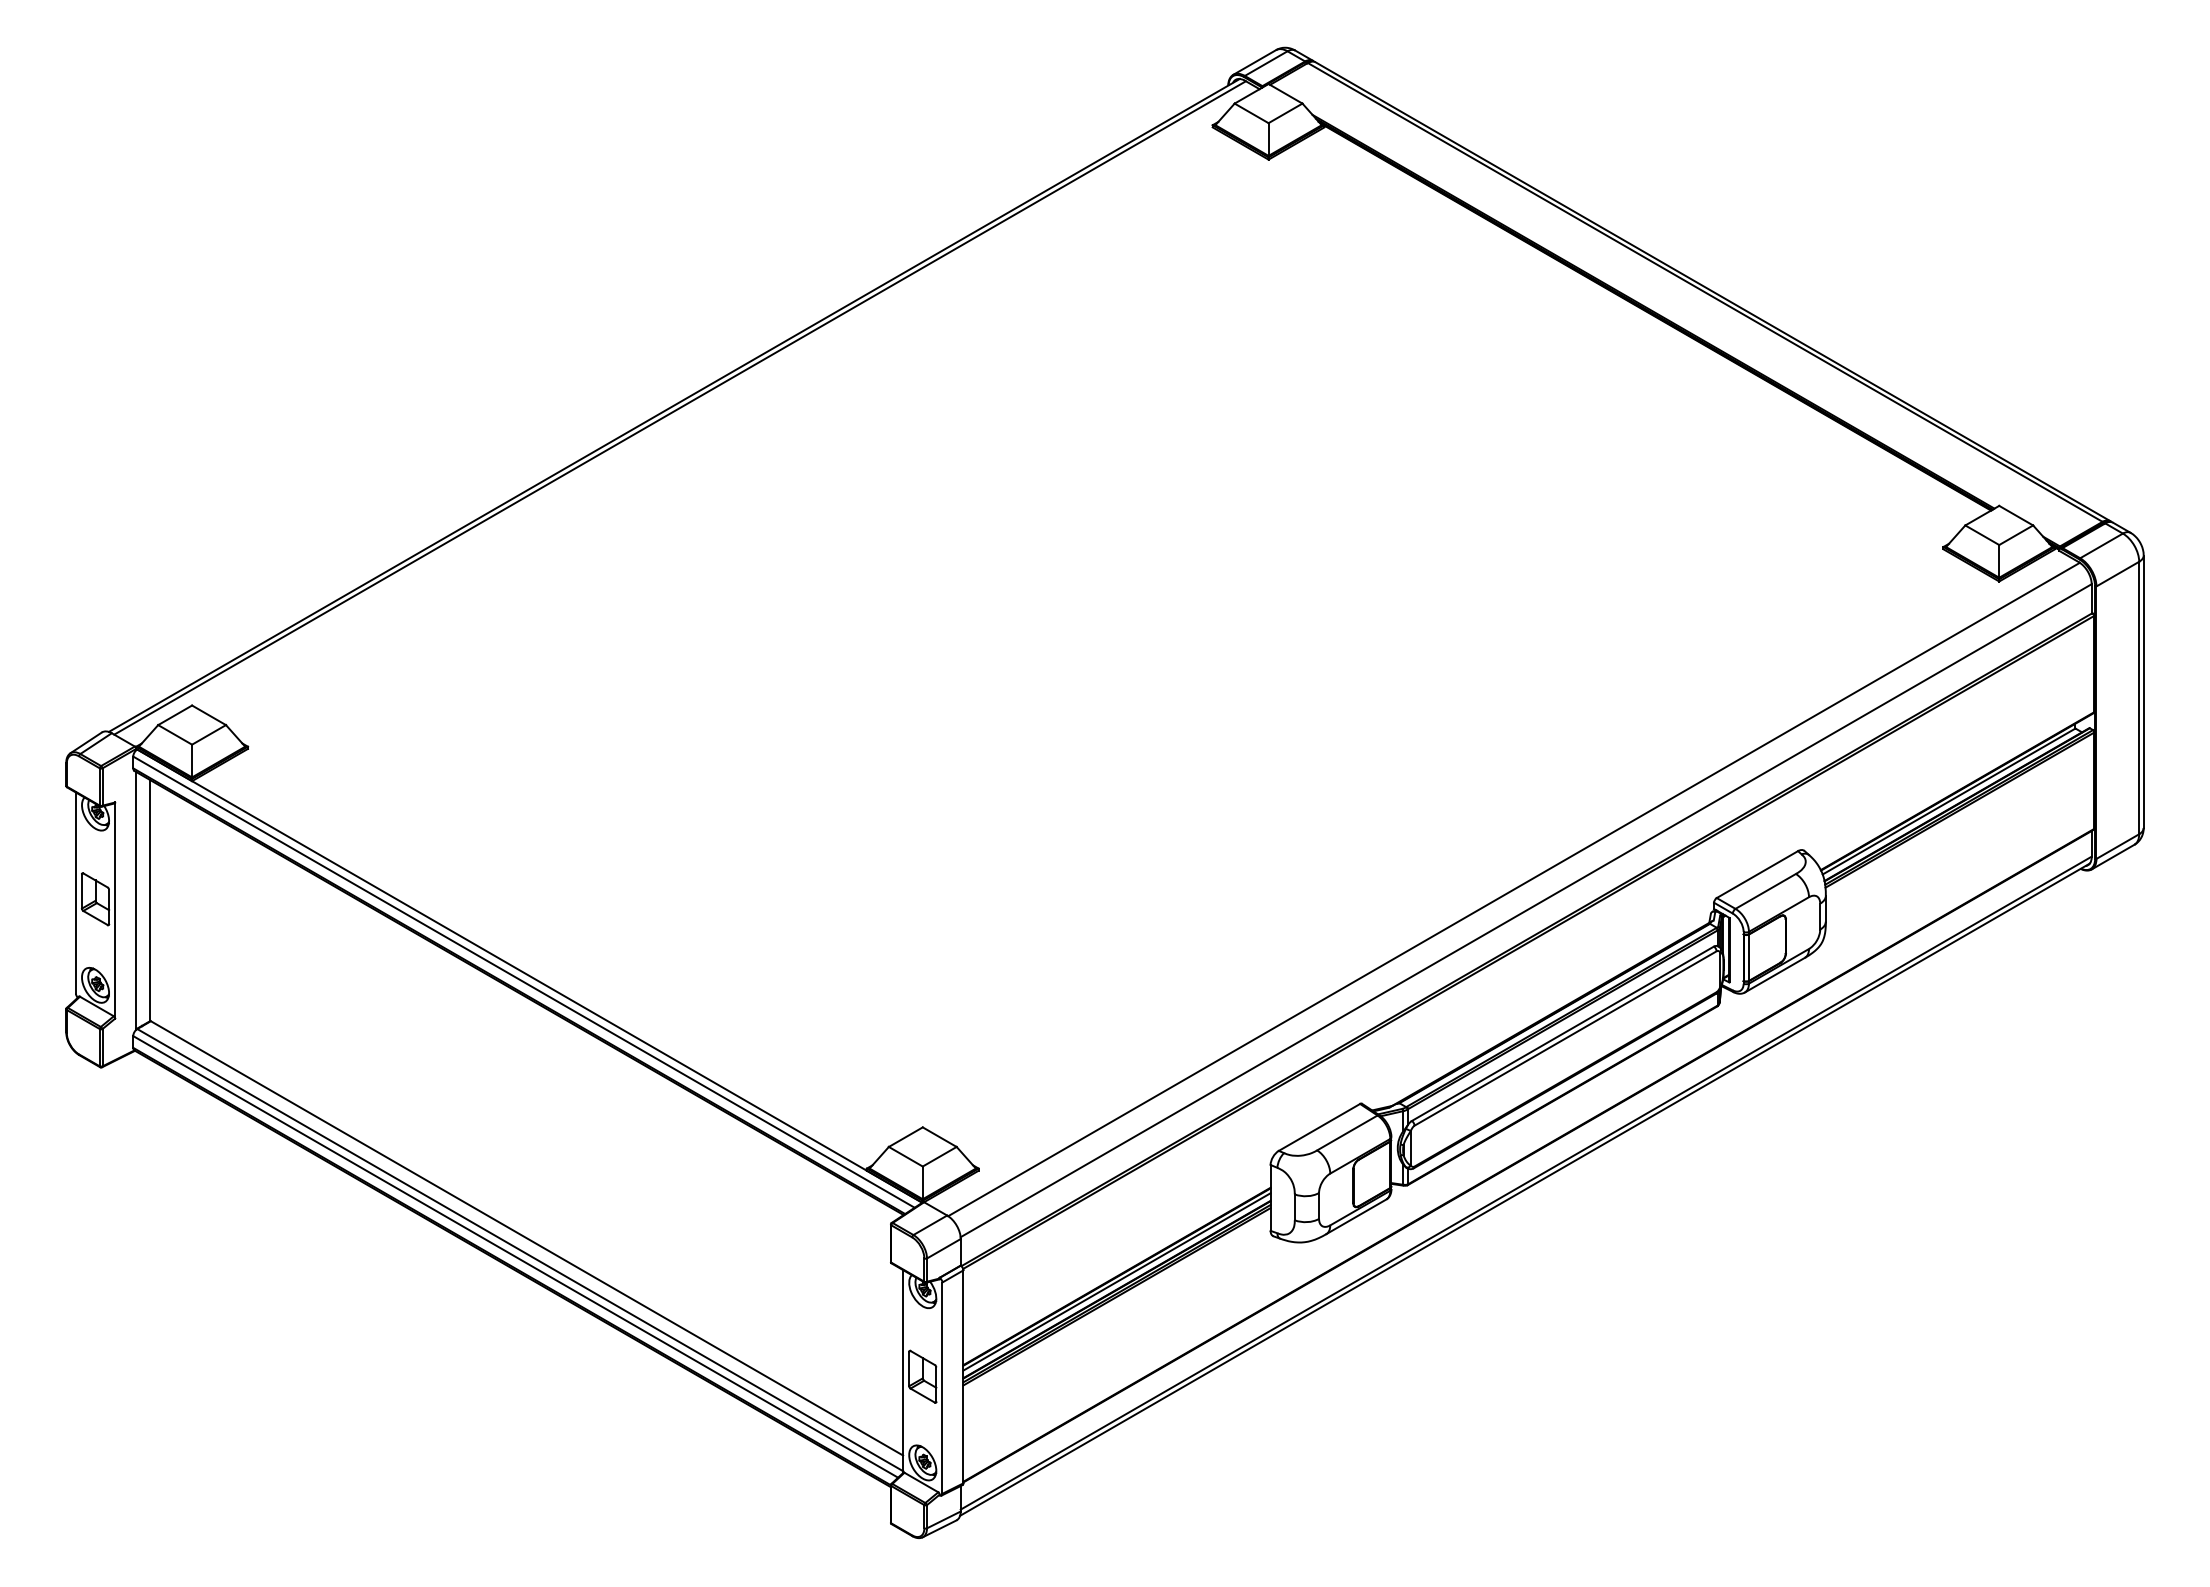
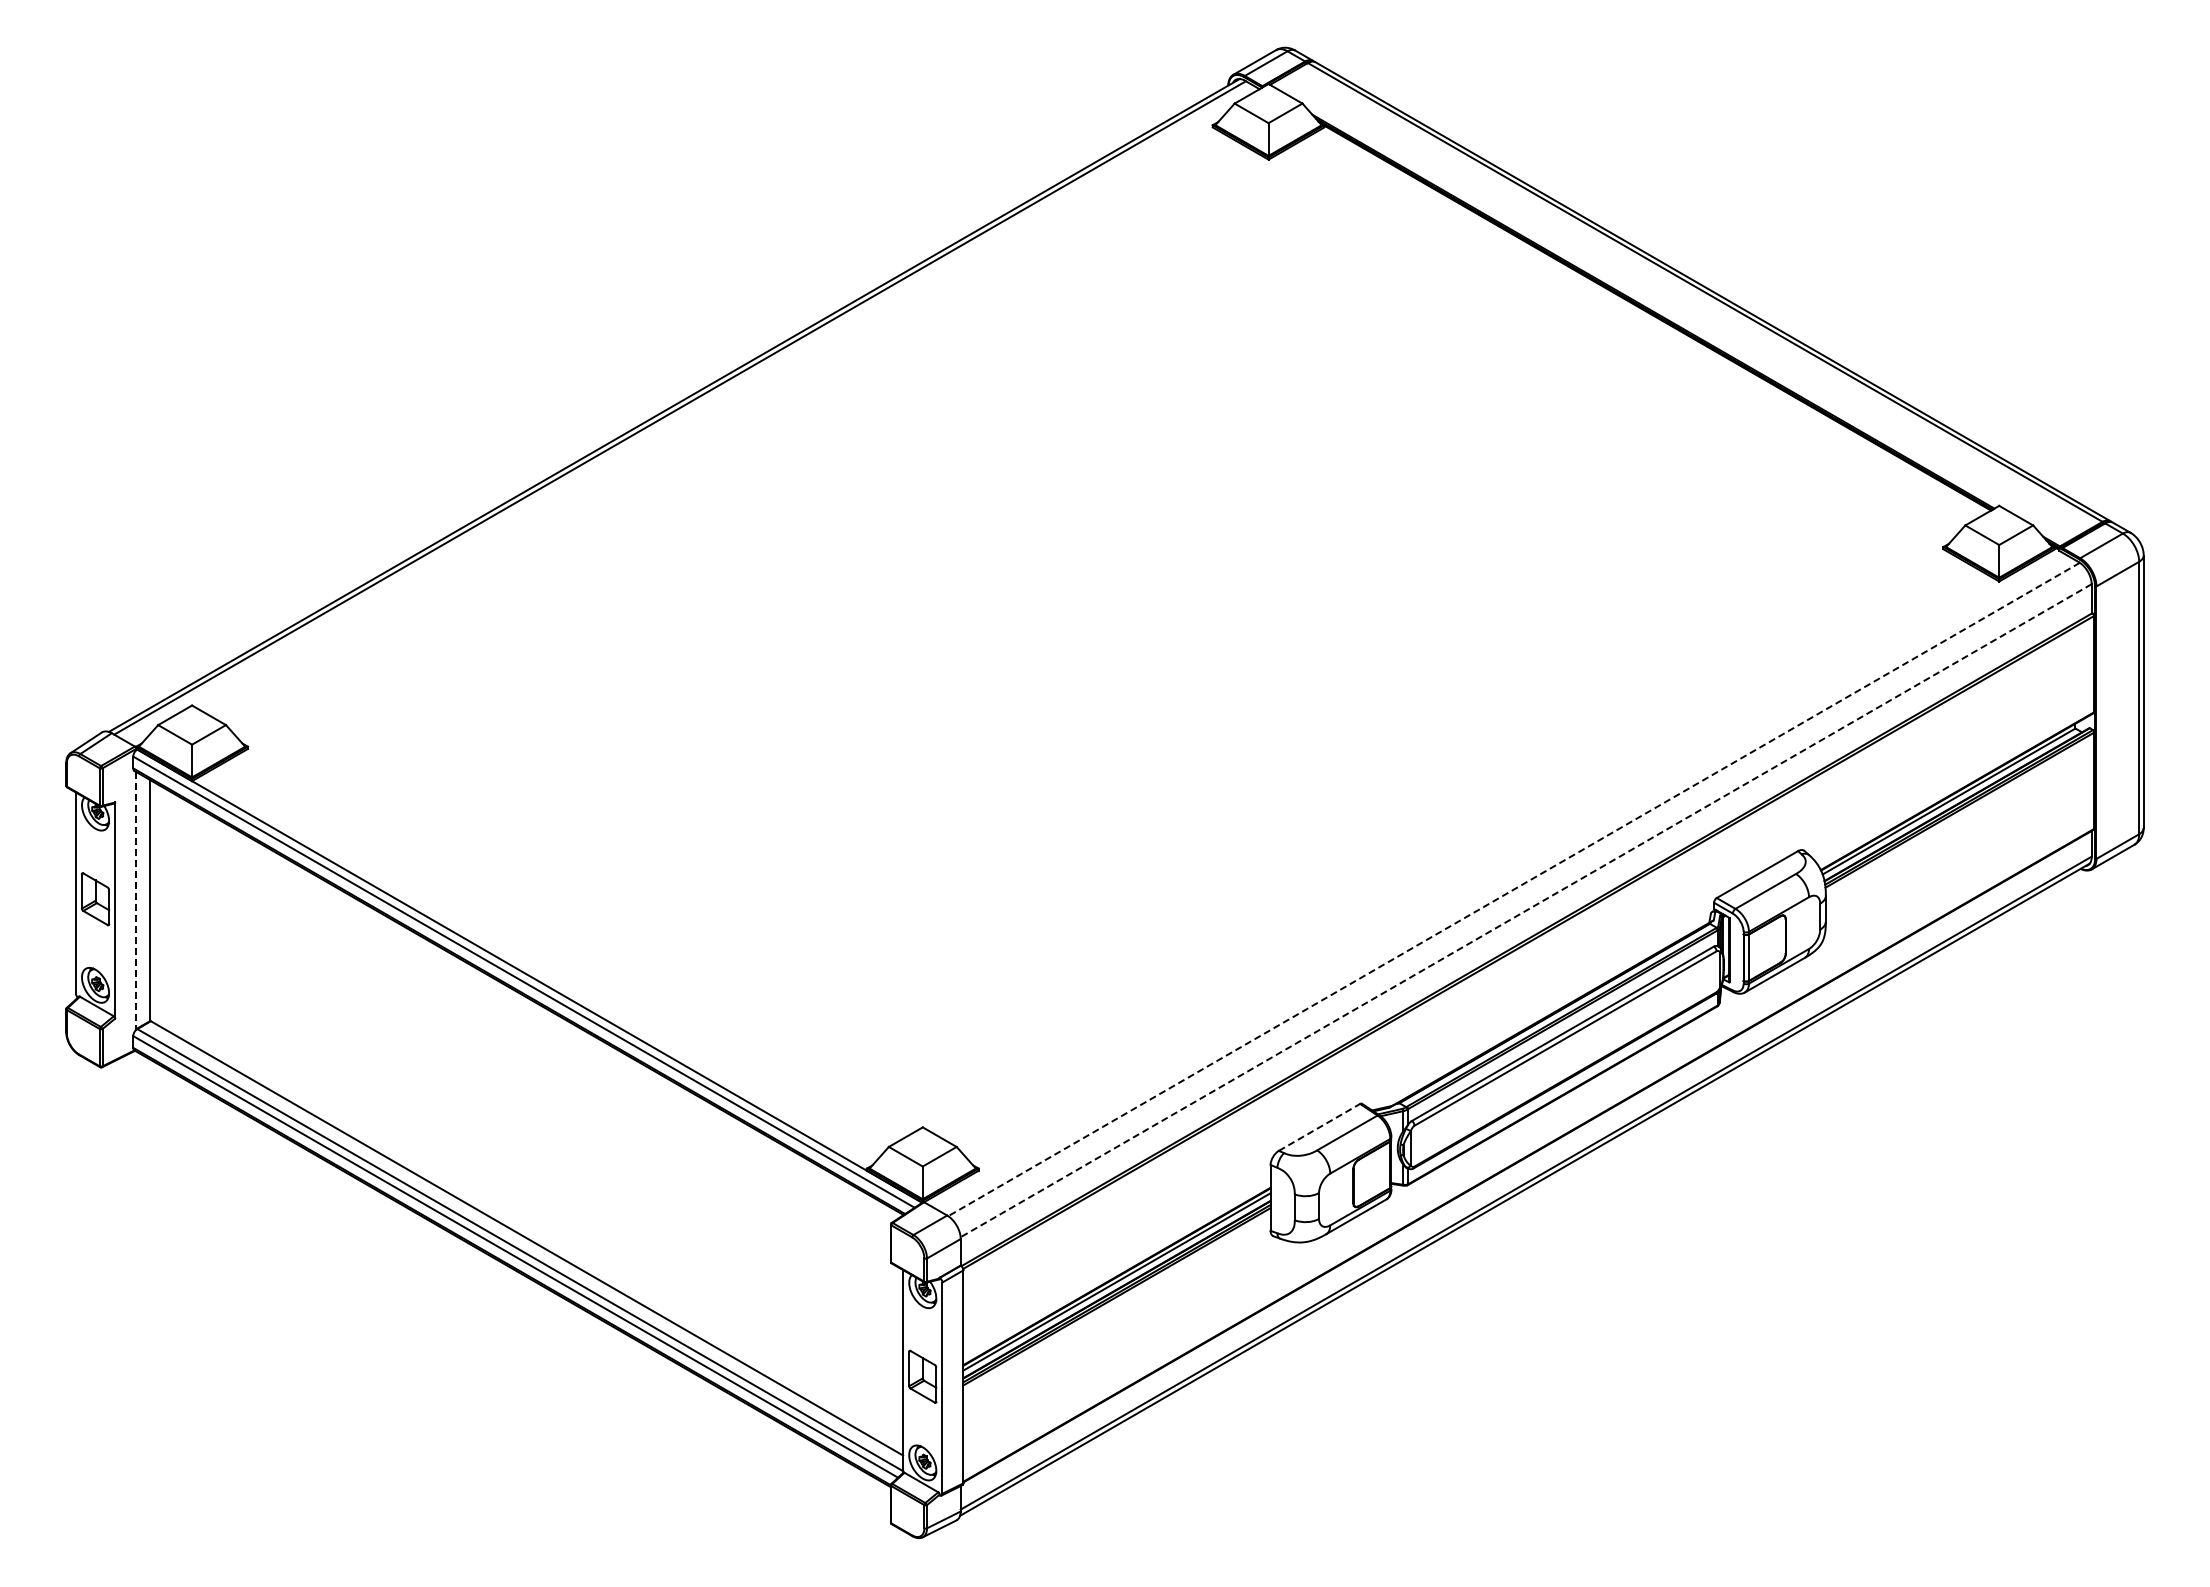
line at (1513, 889): solid -> dashed
line at (136, 900): solid -> dashed
line at (1525, 910): solid -> dashed
line at (1319, 1127): solid -> dashed
